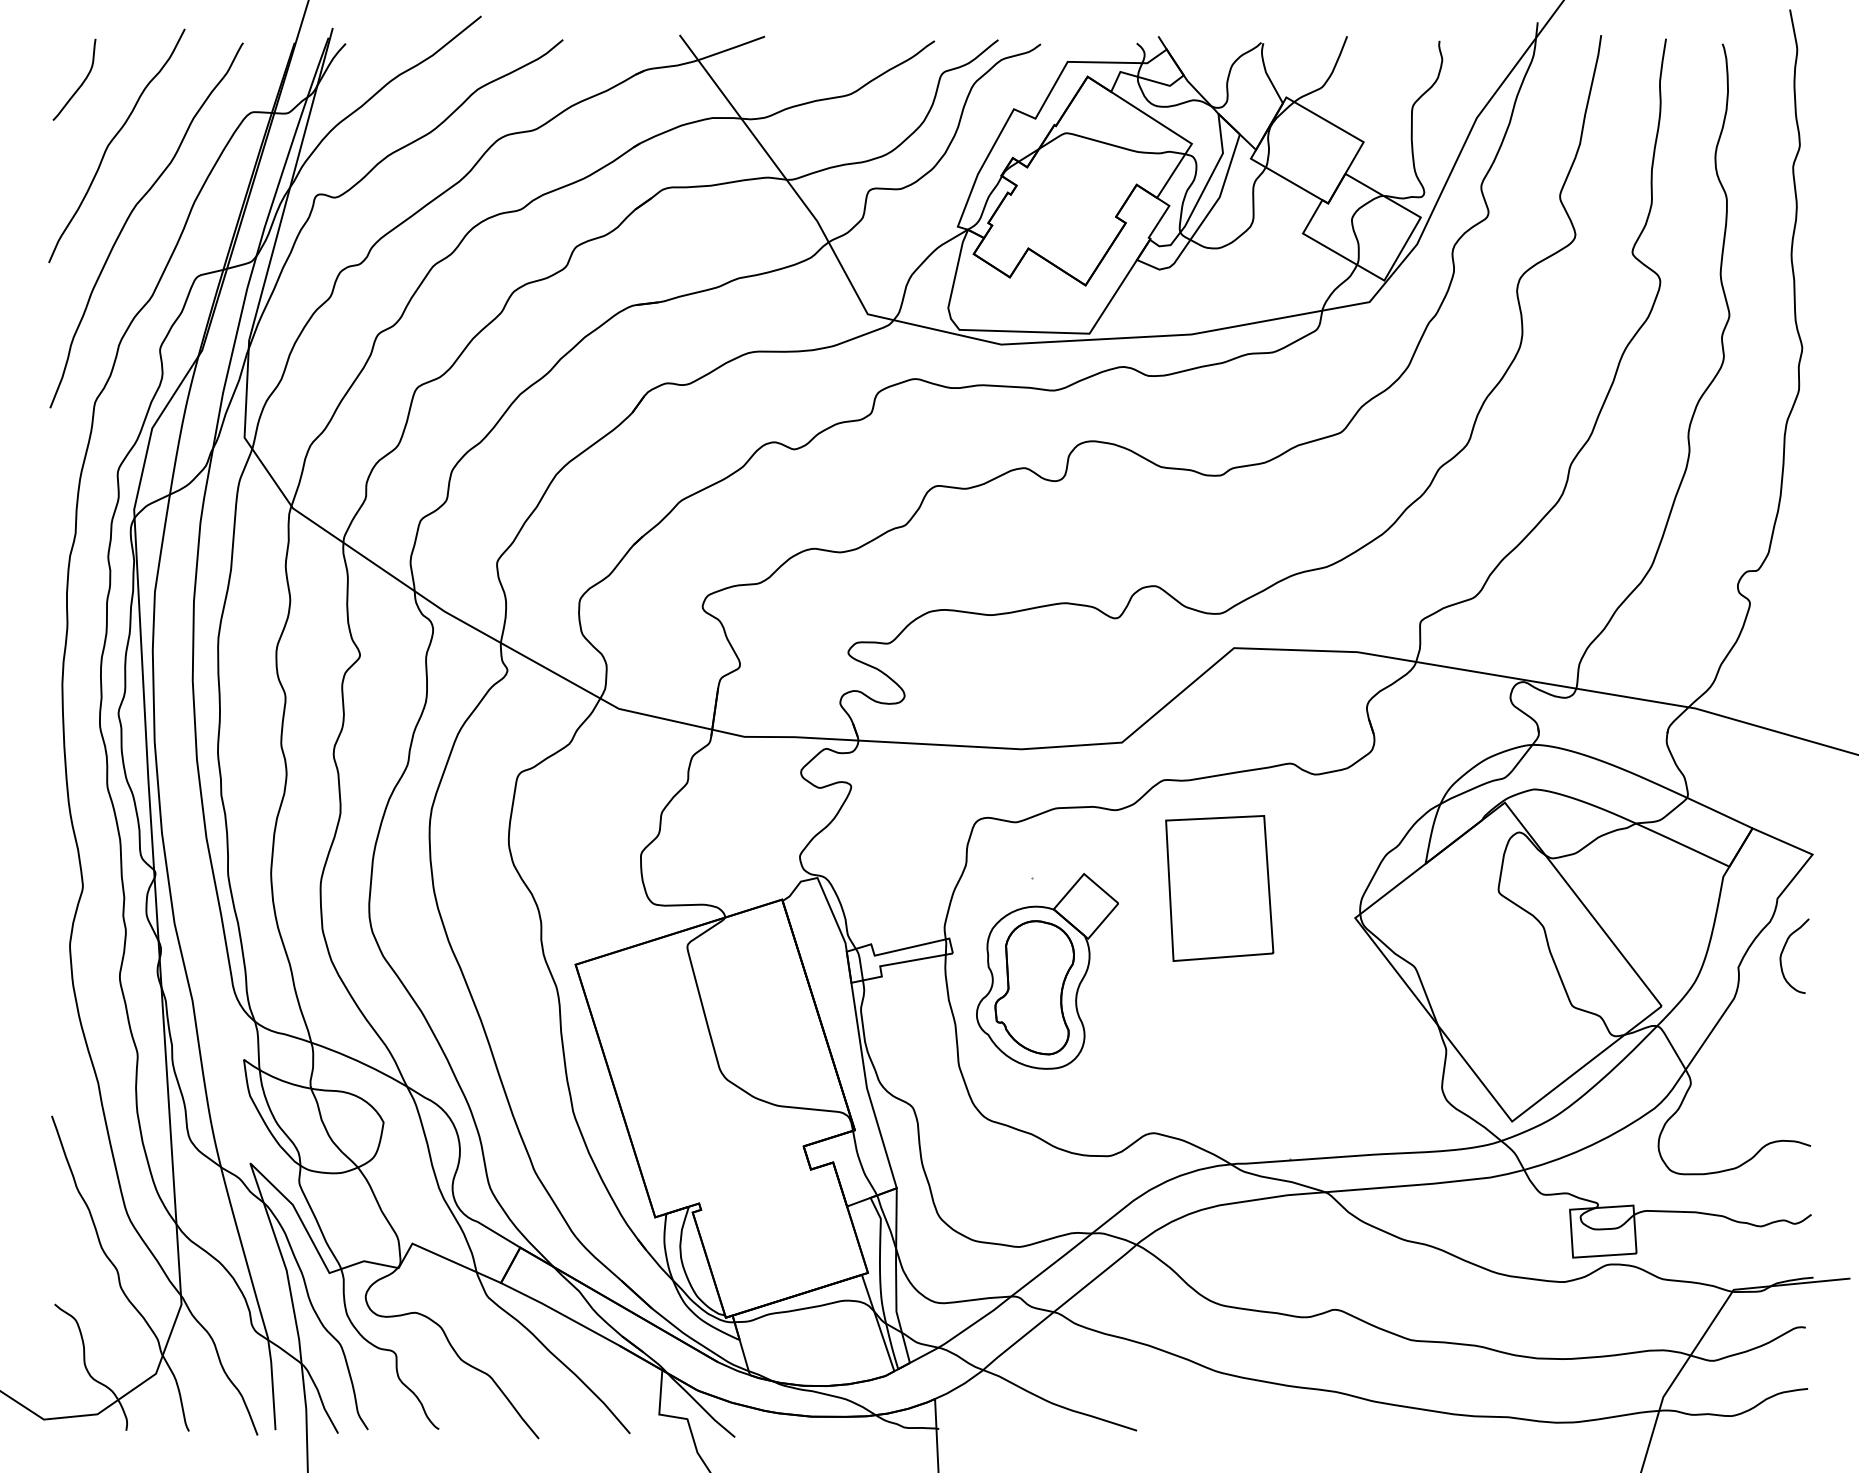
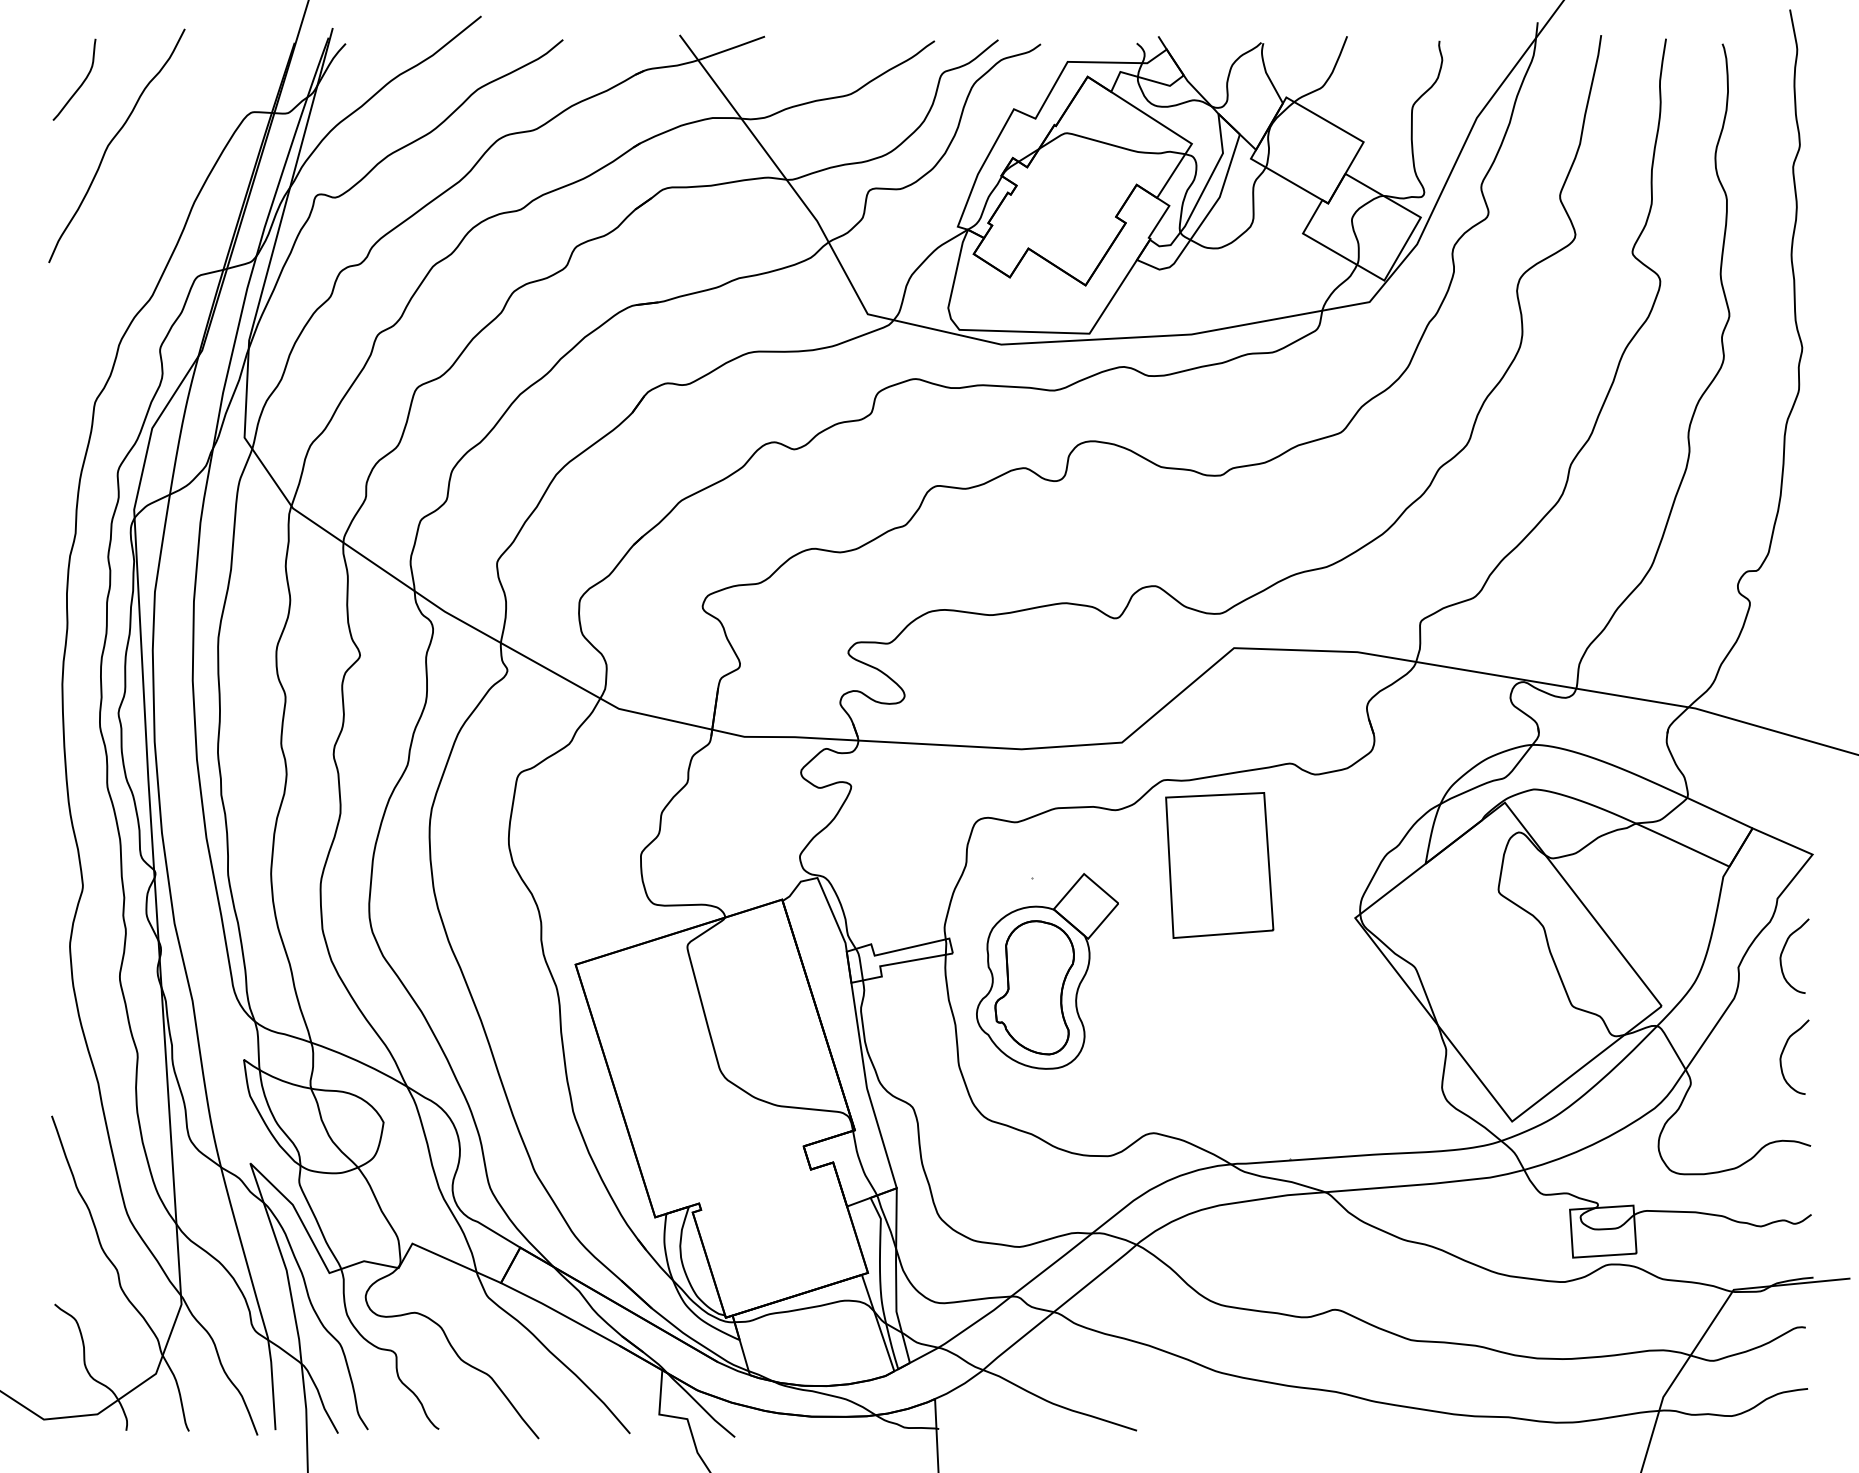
curve at (130, 216): present -> none
part at (1219, 888) position: (1219, 888) -> (1219, 865)
curve at (1784, 1050): none -> present
